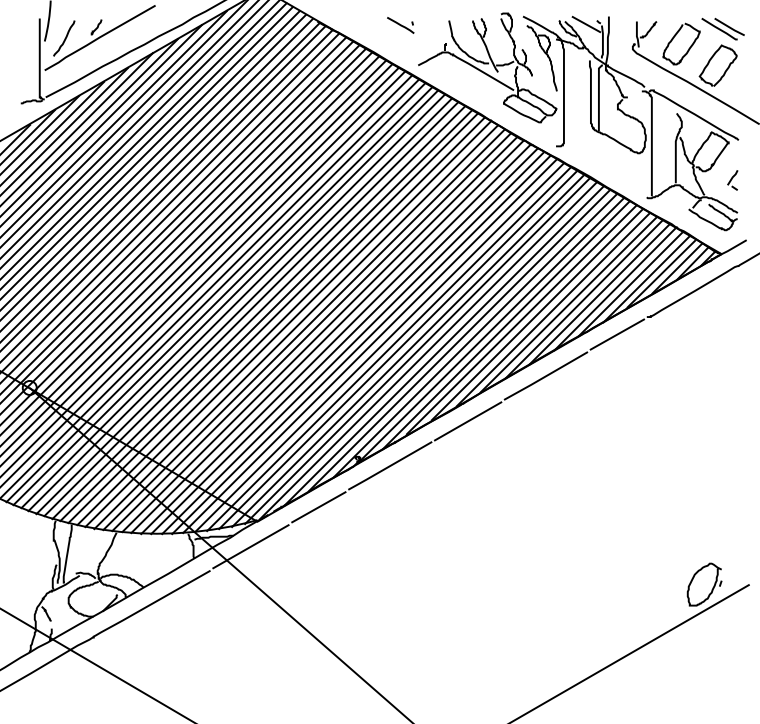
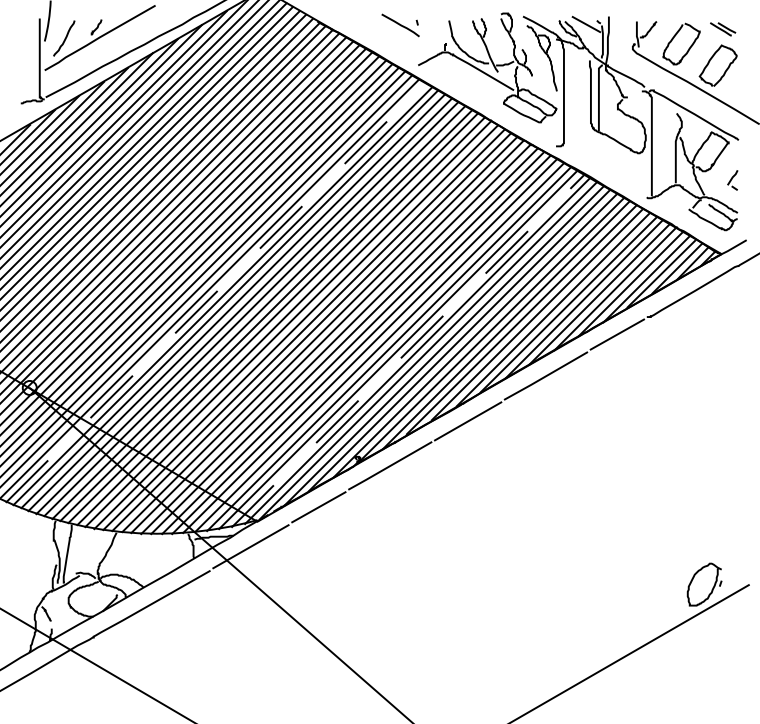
part at (400, 25) size: 28x17 px -> 39x25 px
part at (722, 29) size: 44x23 px -> 27x15 px
line at (215, 293): solid -> dashed
line at (408, 351): solid -> dashed
